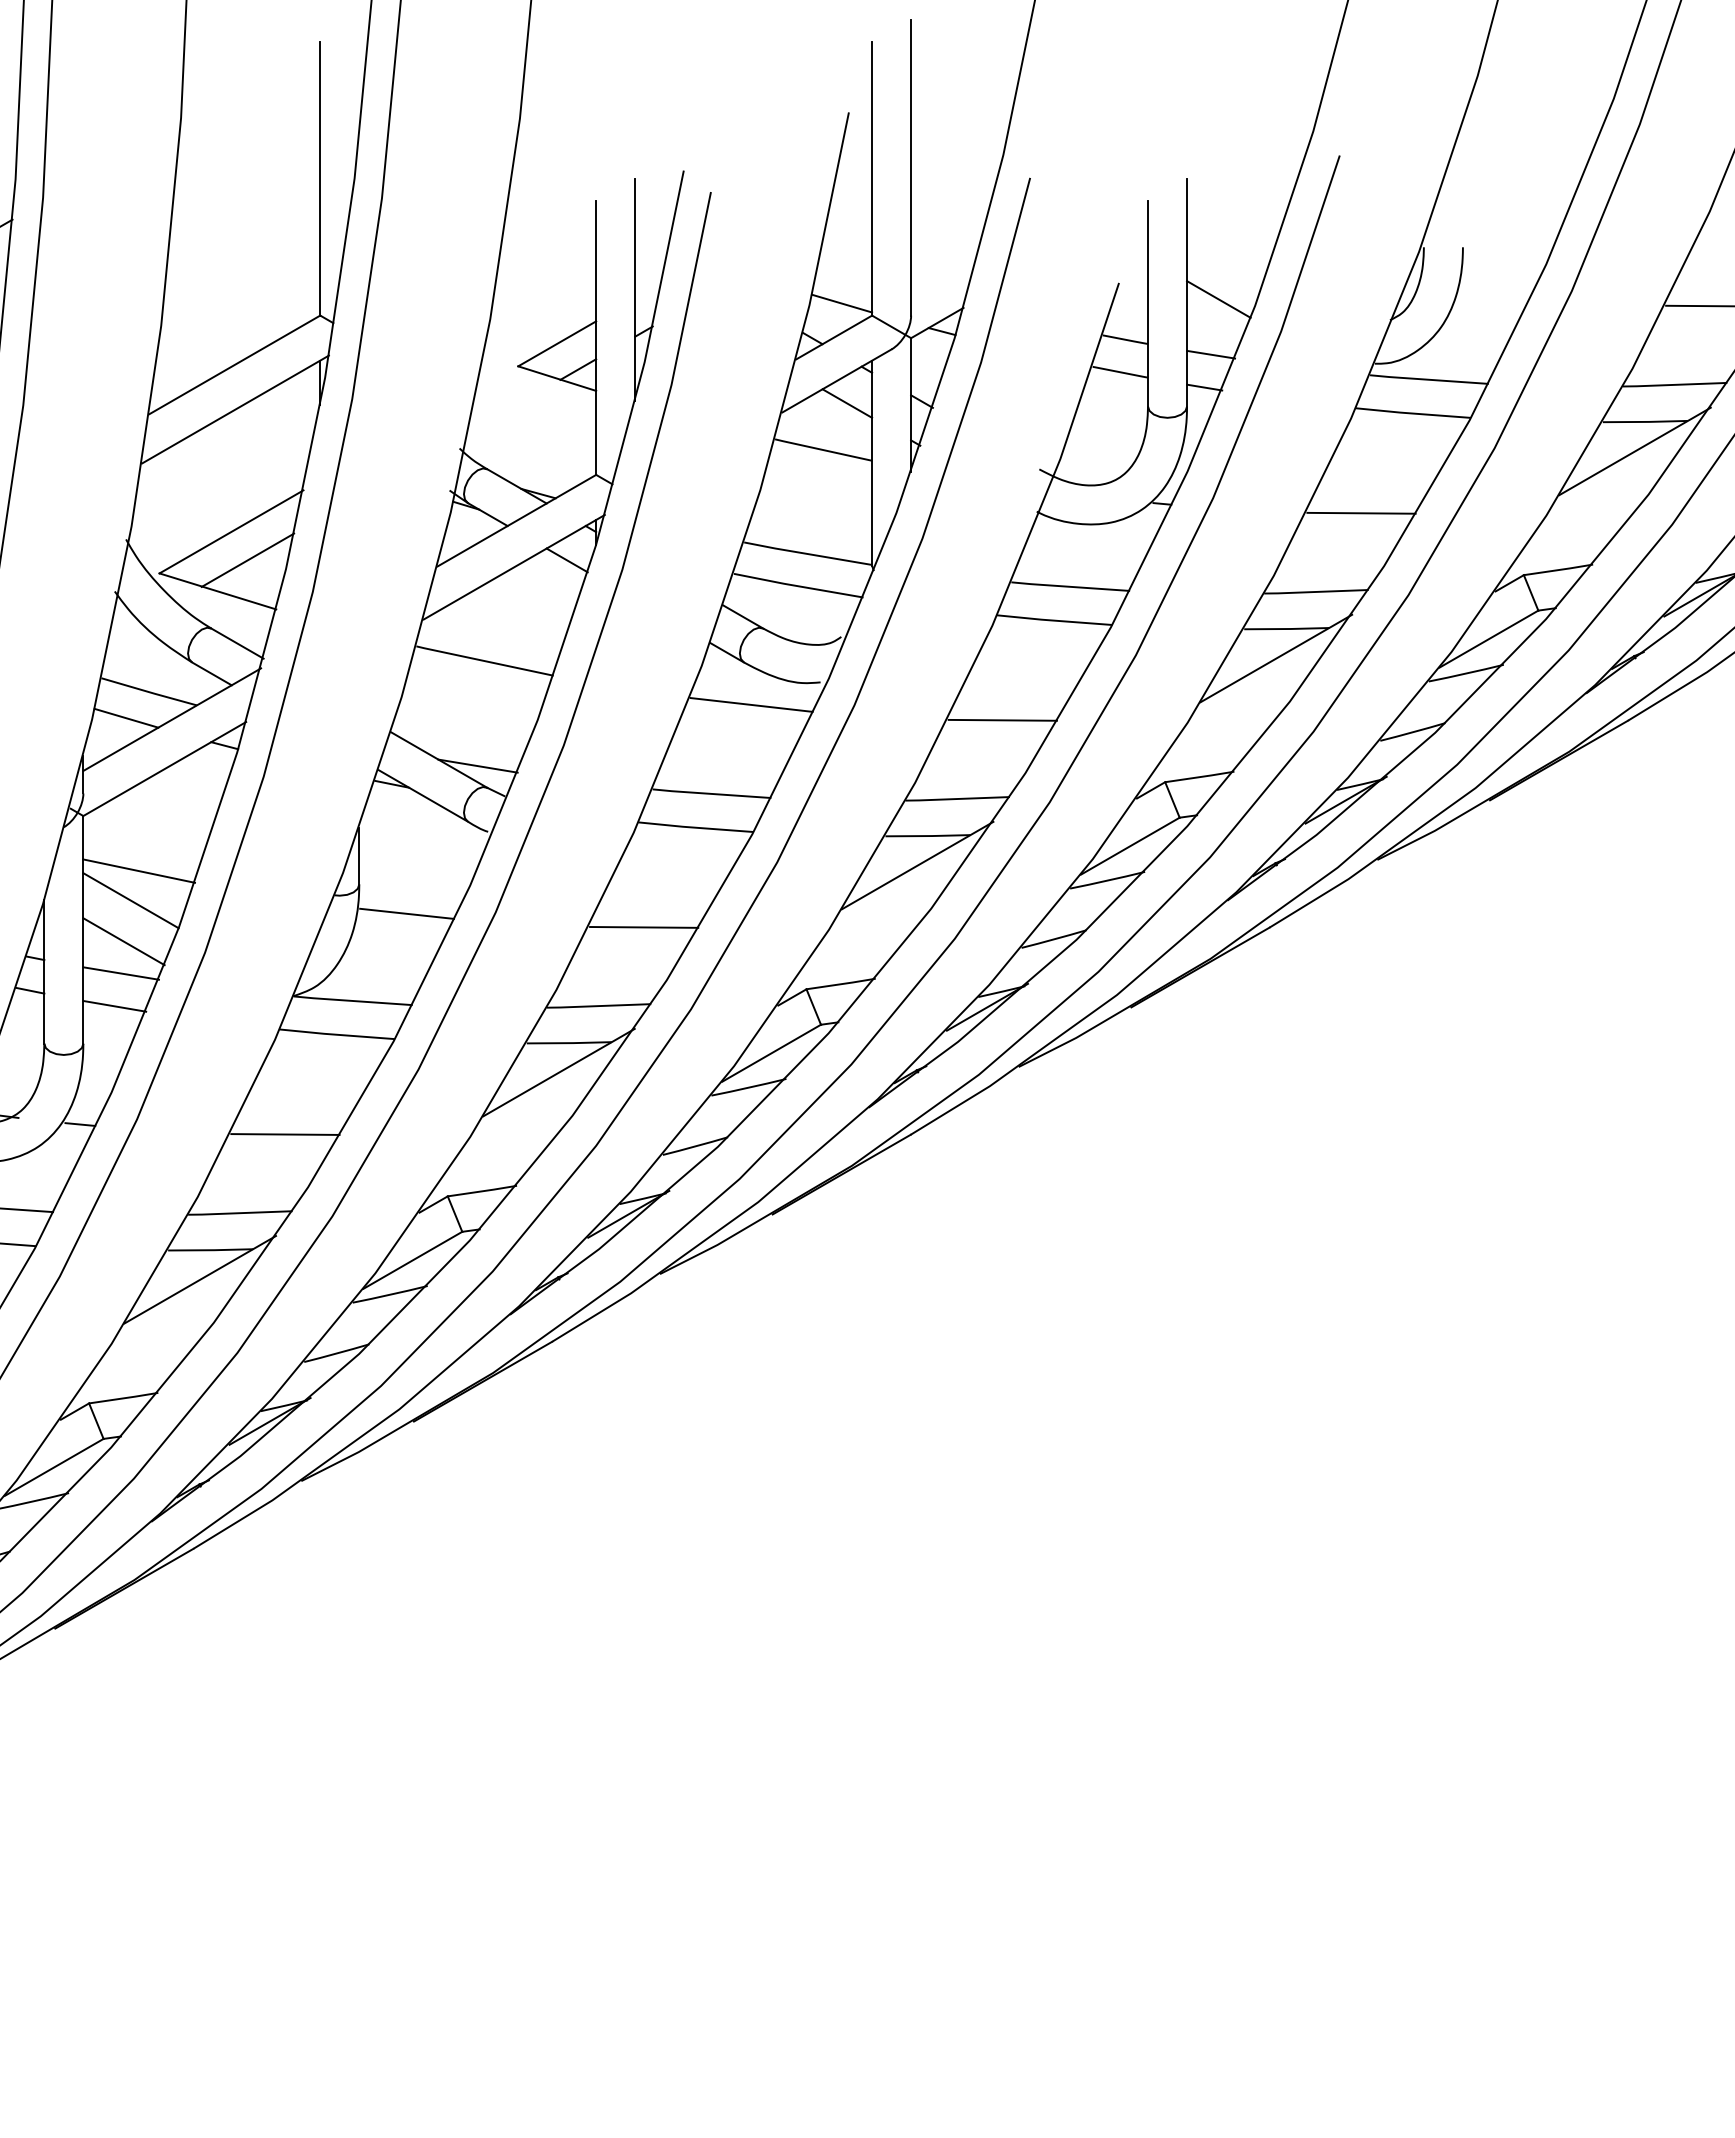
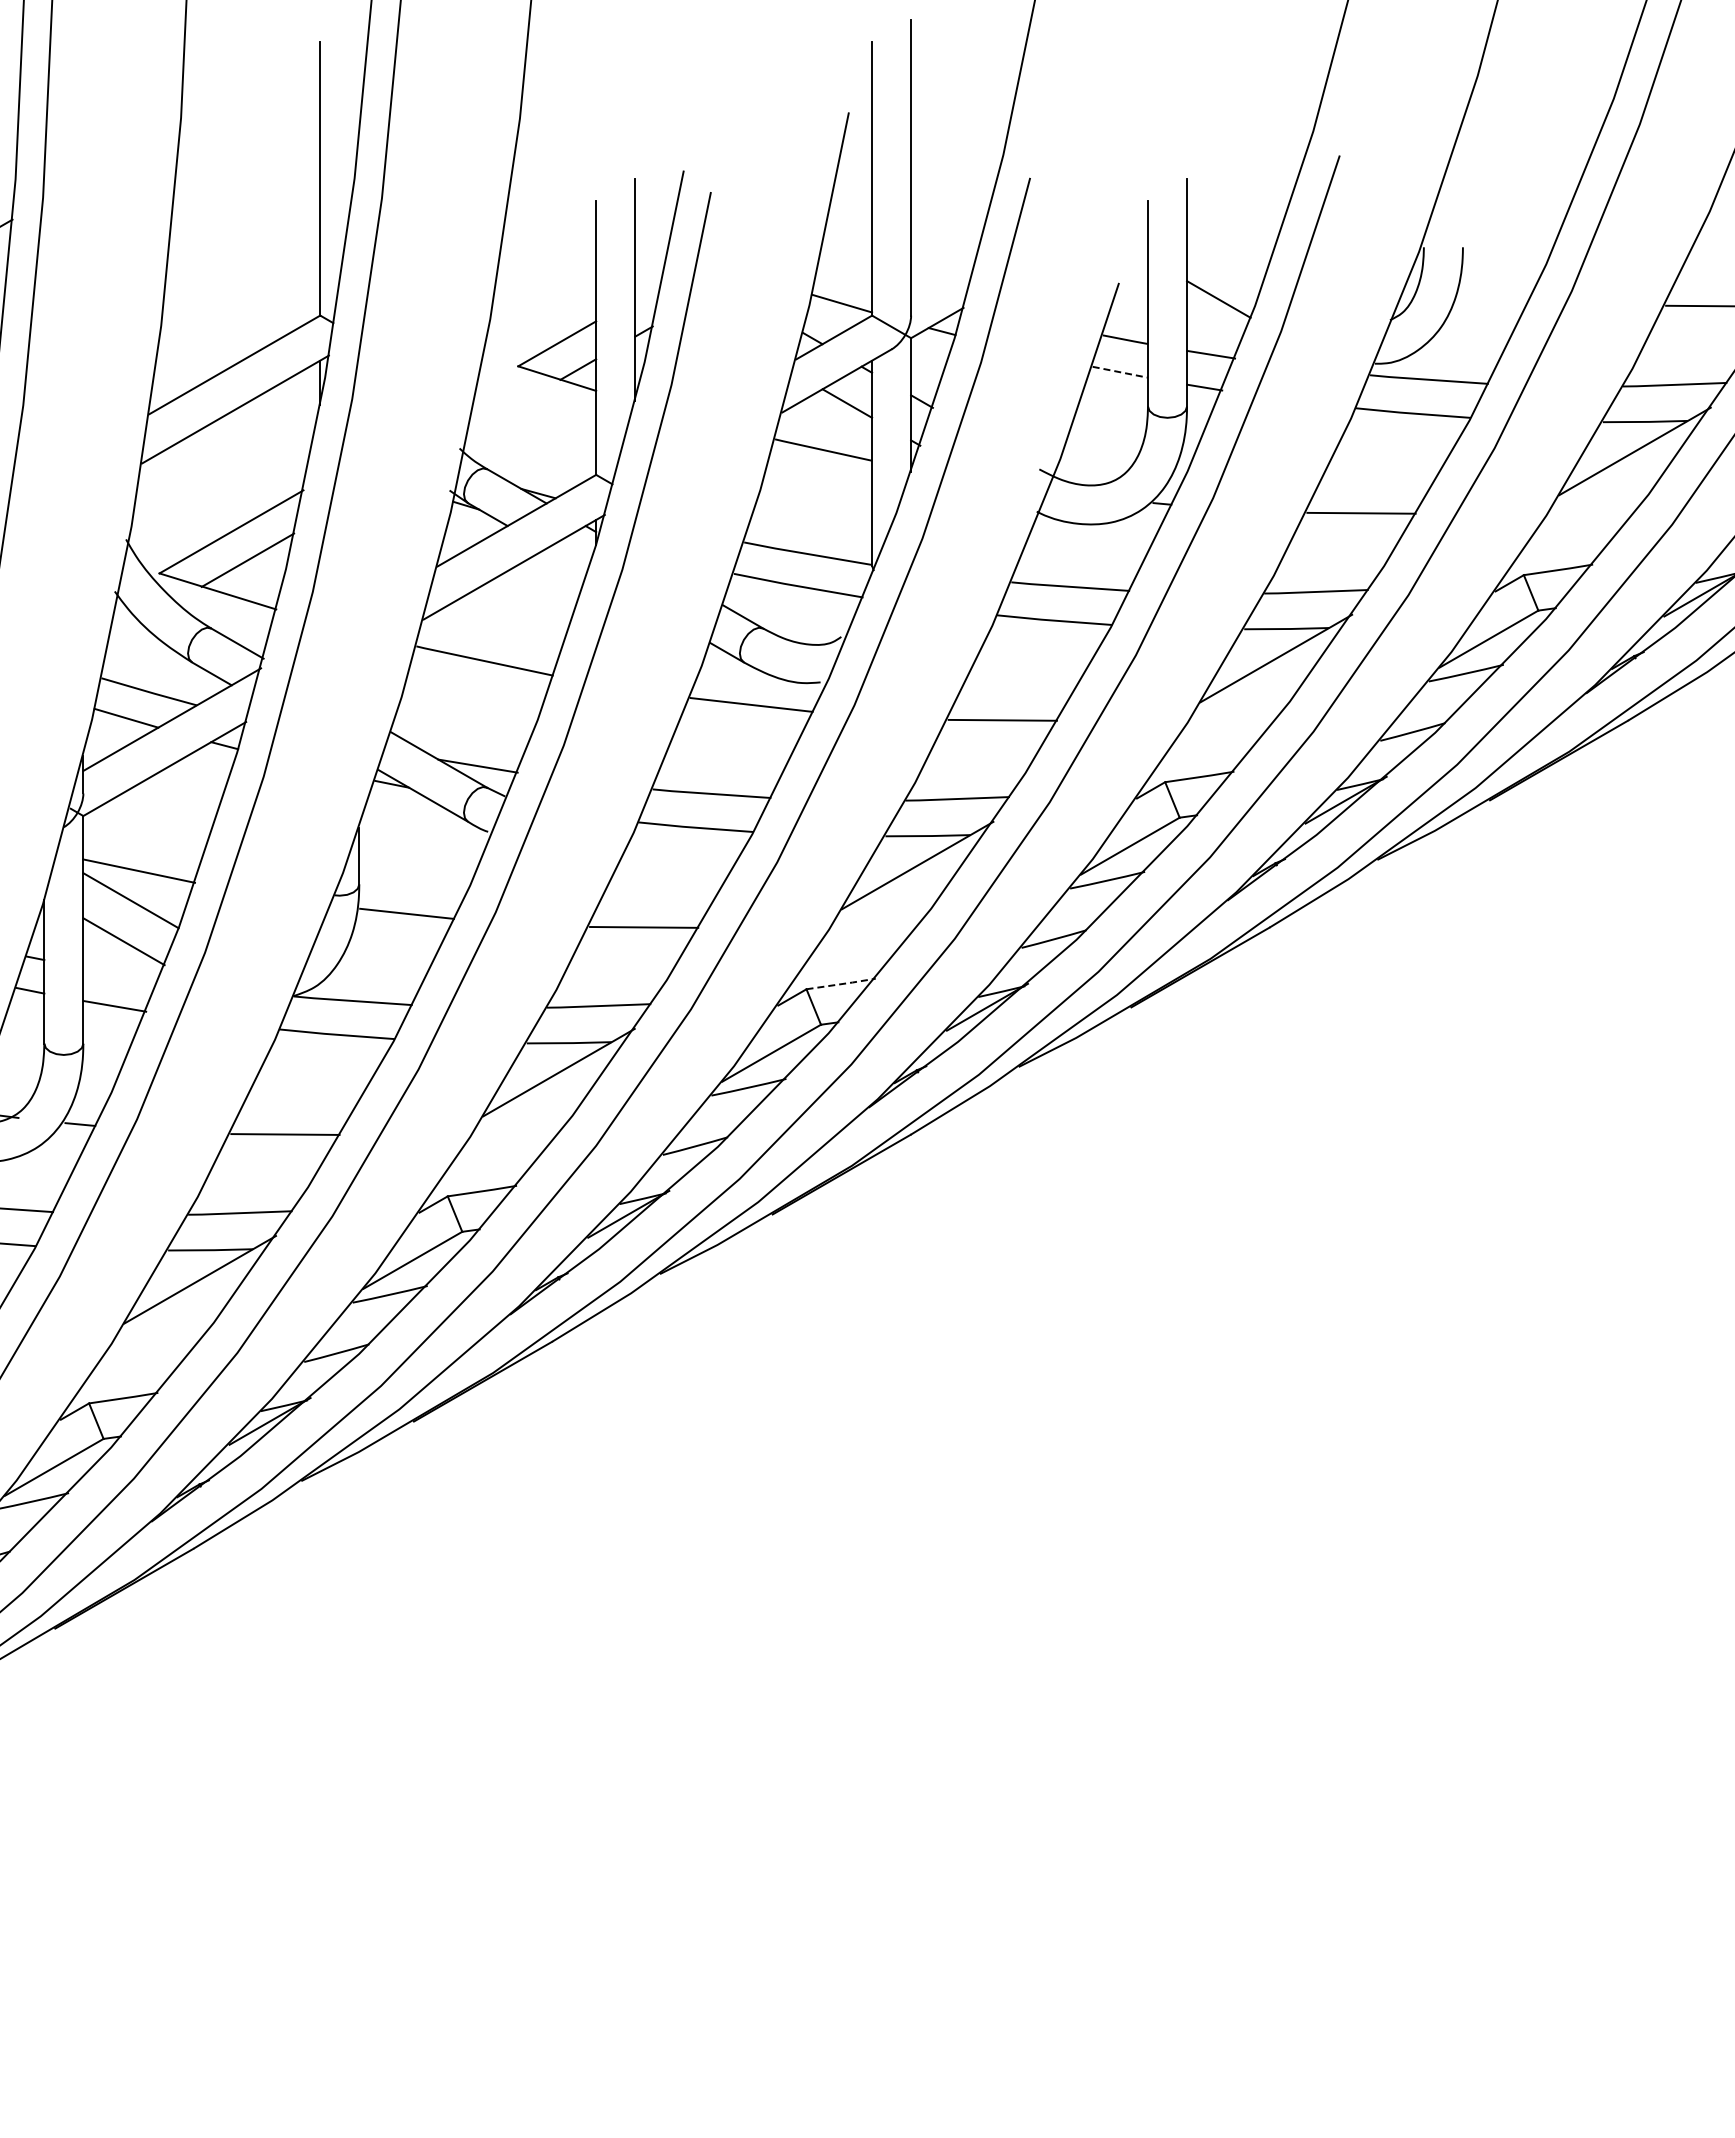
line at (1121, 372): solid -> dashed
line at (566, 560): present -> none
line at (120, 973): present -> none
line at (841, 984): solid -> dashed
